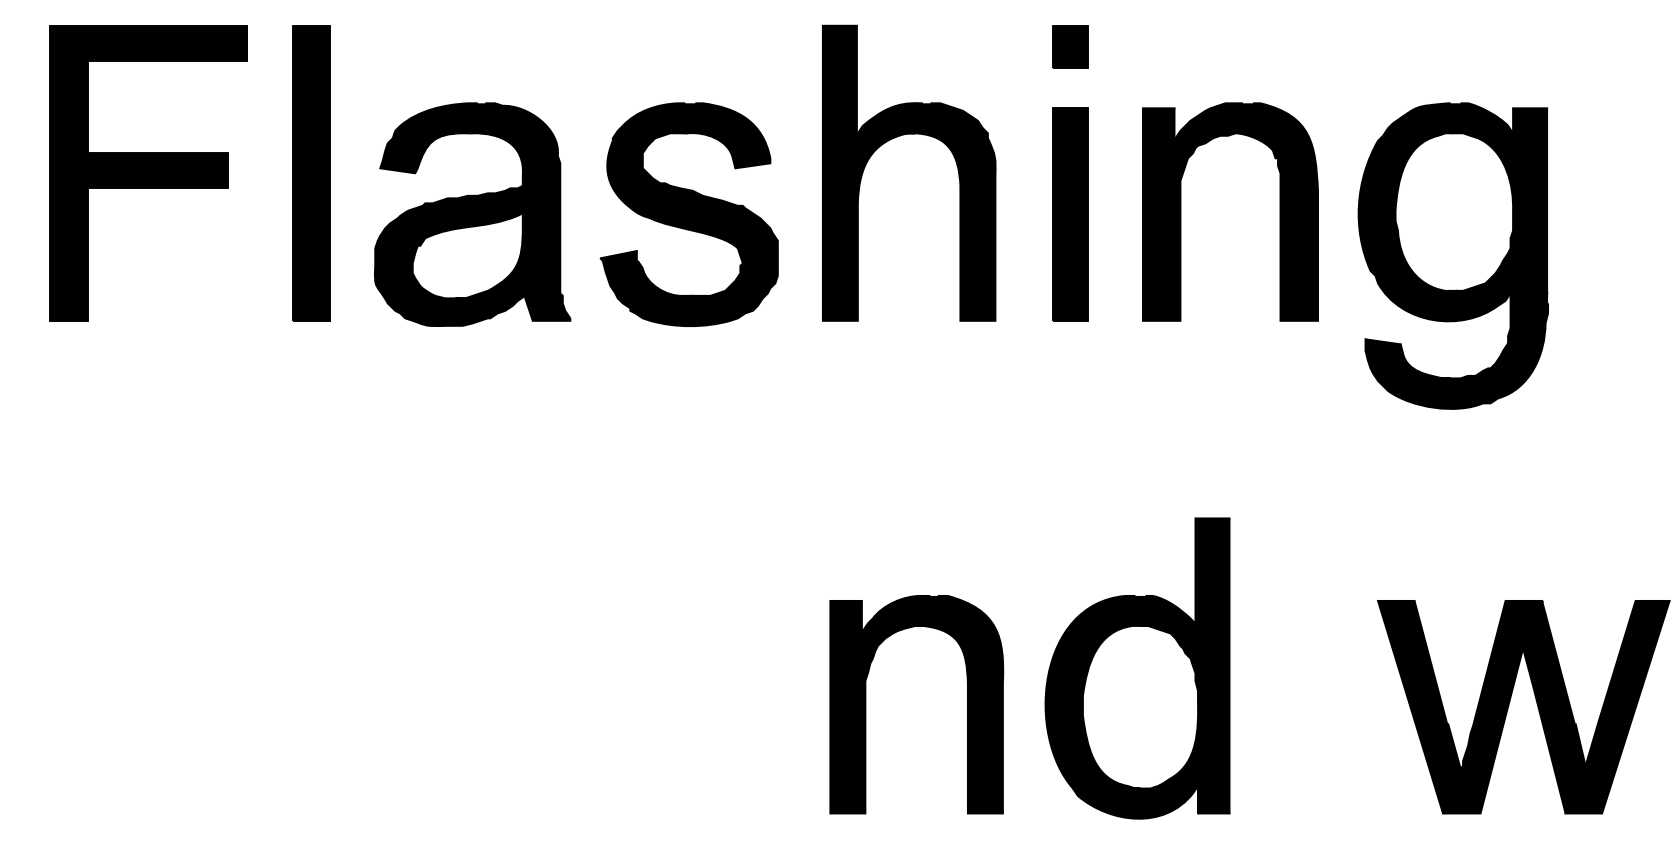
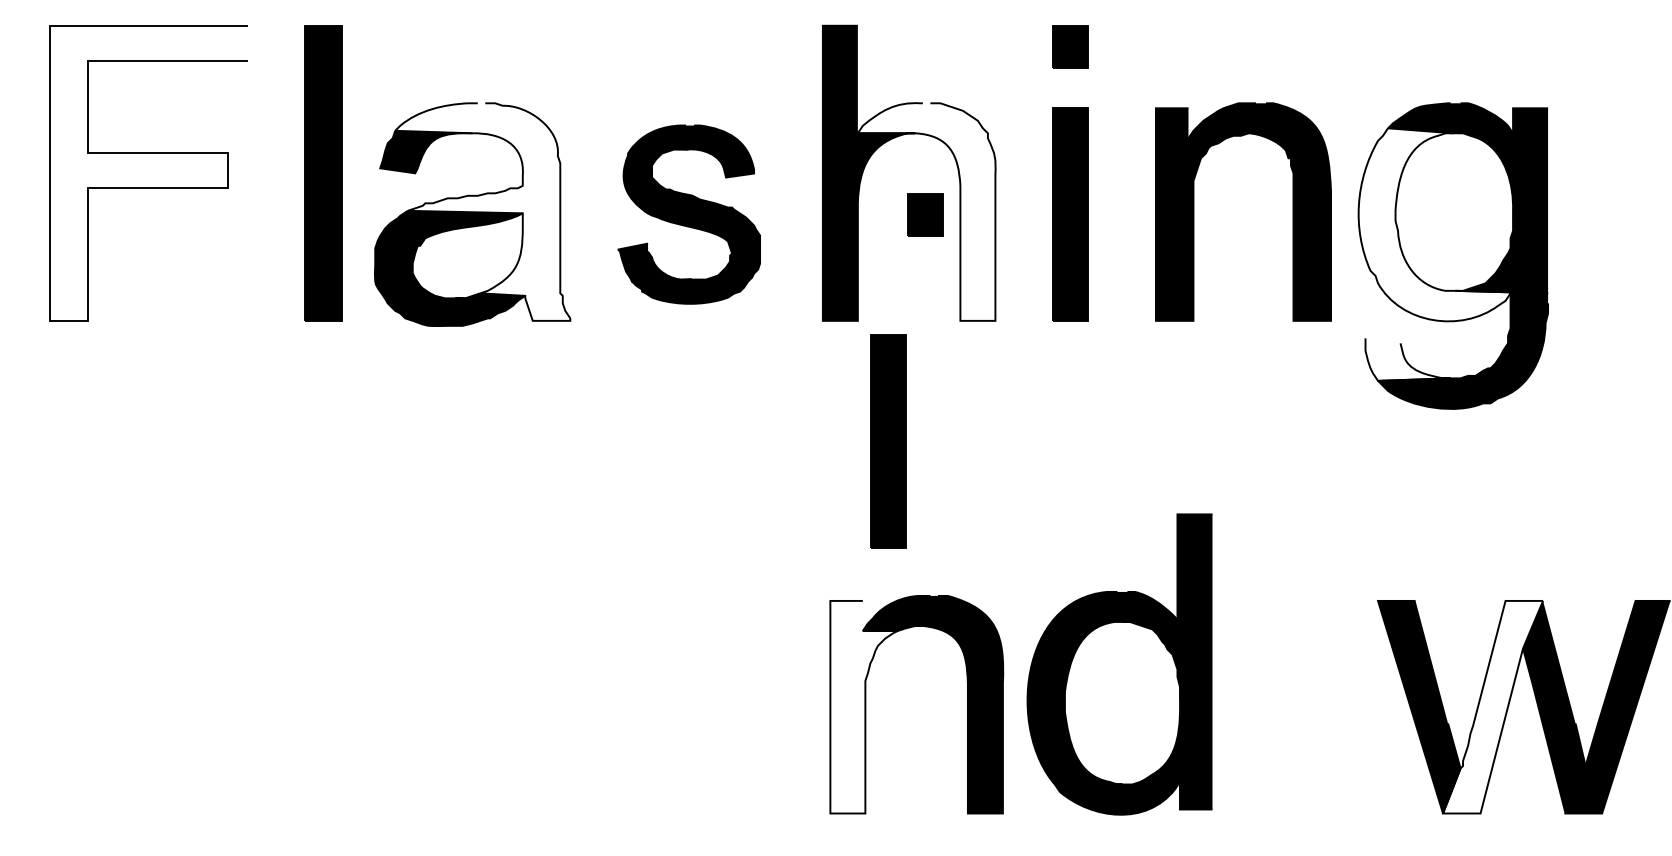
fill at (148, 172): present -> none
part at (311, 173) position: (311, 173) -> (323, 173)
fill at (482, 211): present -> none
fill at (926, 211): present -> none
part at (1181, 211) position: (1181, 211) -> (1194, 211)
part at (688, 214) size: 180x225 px -> 144x181 px
part at (925, 214): none -> present
fill at (1453, 224): present -> none
fill at (1407, 359): present -> none
part at (888, 441): none -> present
part at (1137, 668) position: (1137, 668) -> (1119, 664)
fill at (863, 706): present -> none
fill at (1493, 706): present -> none
